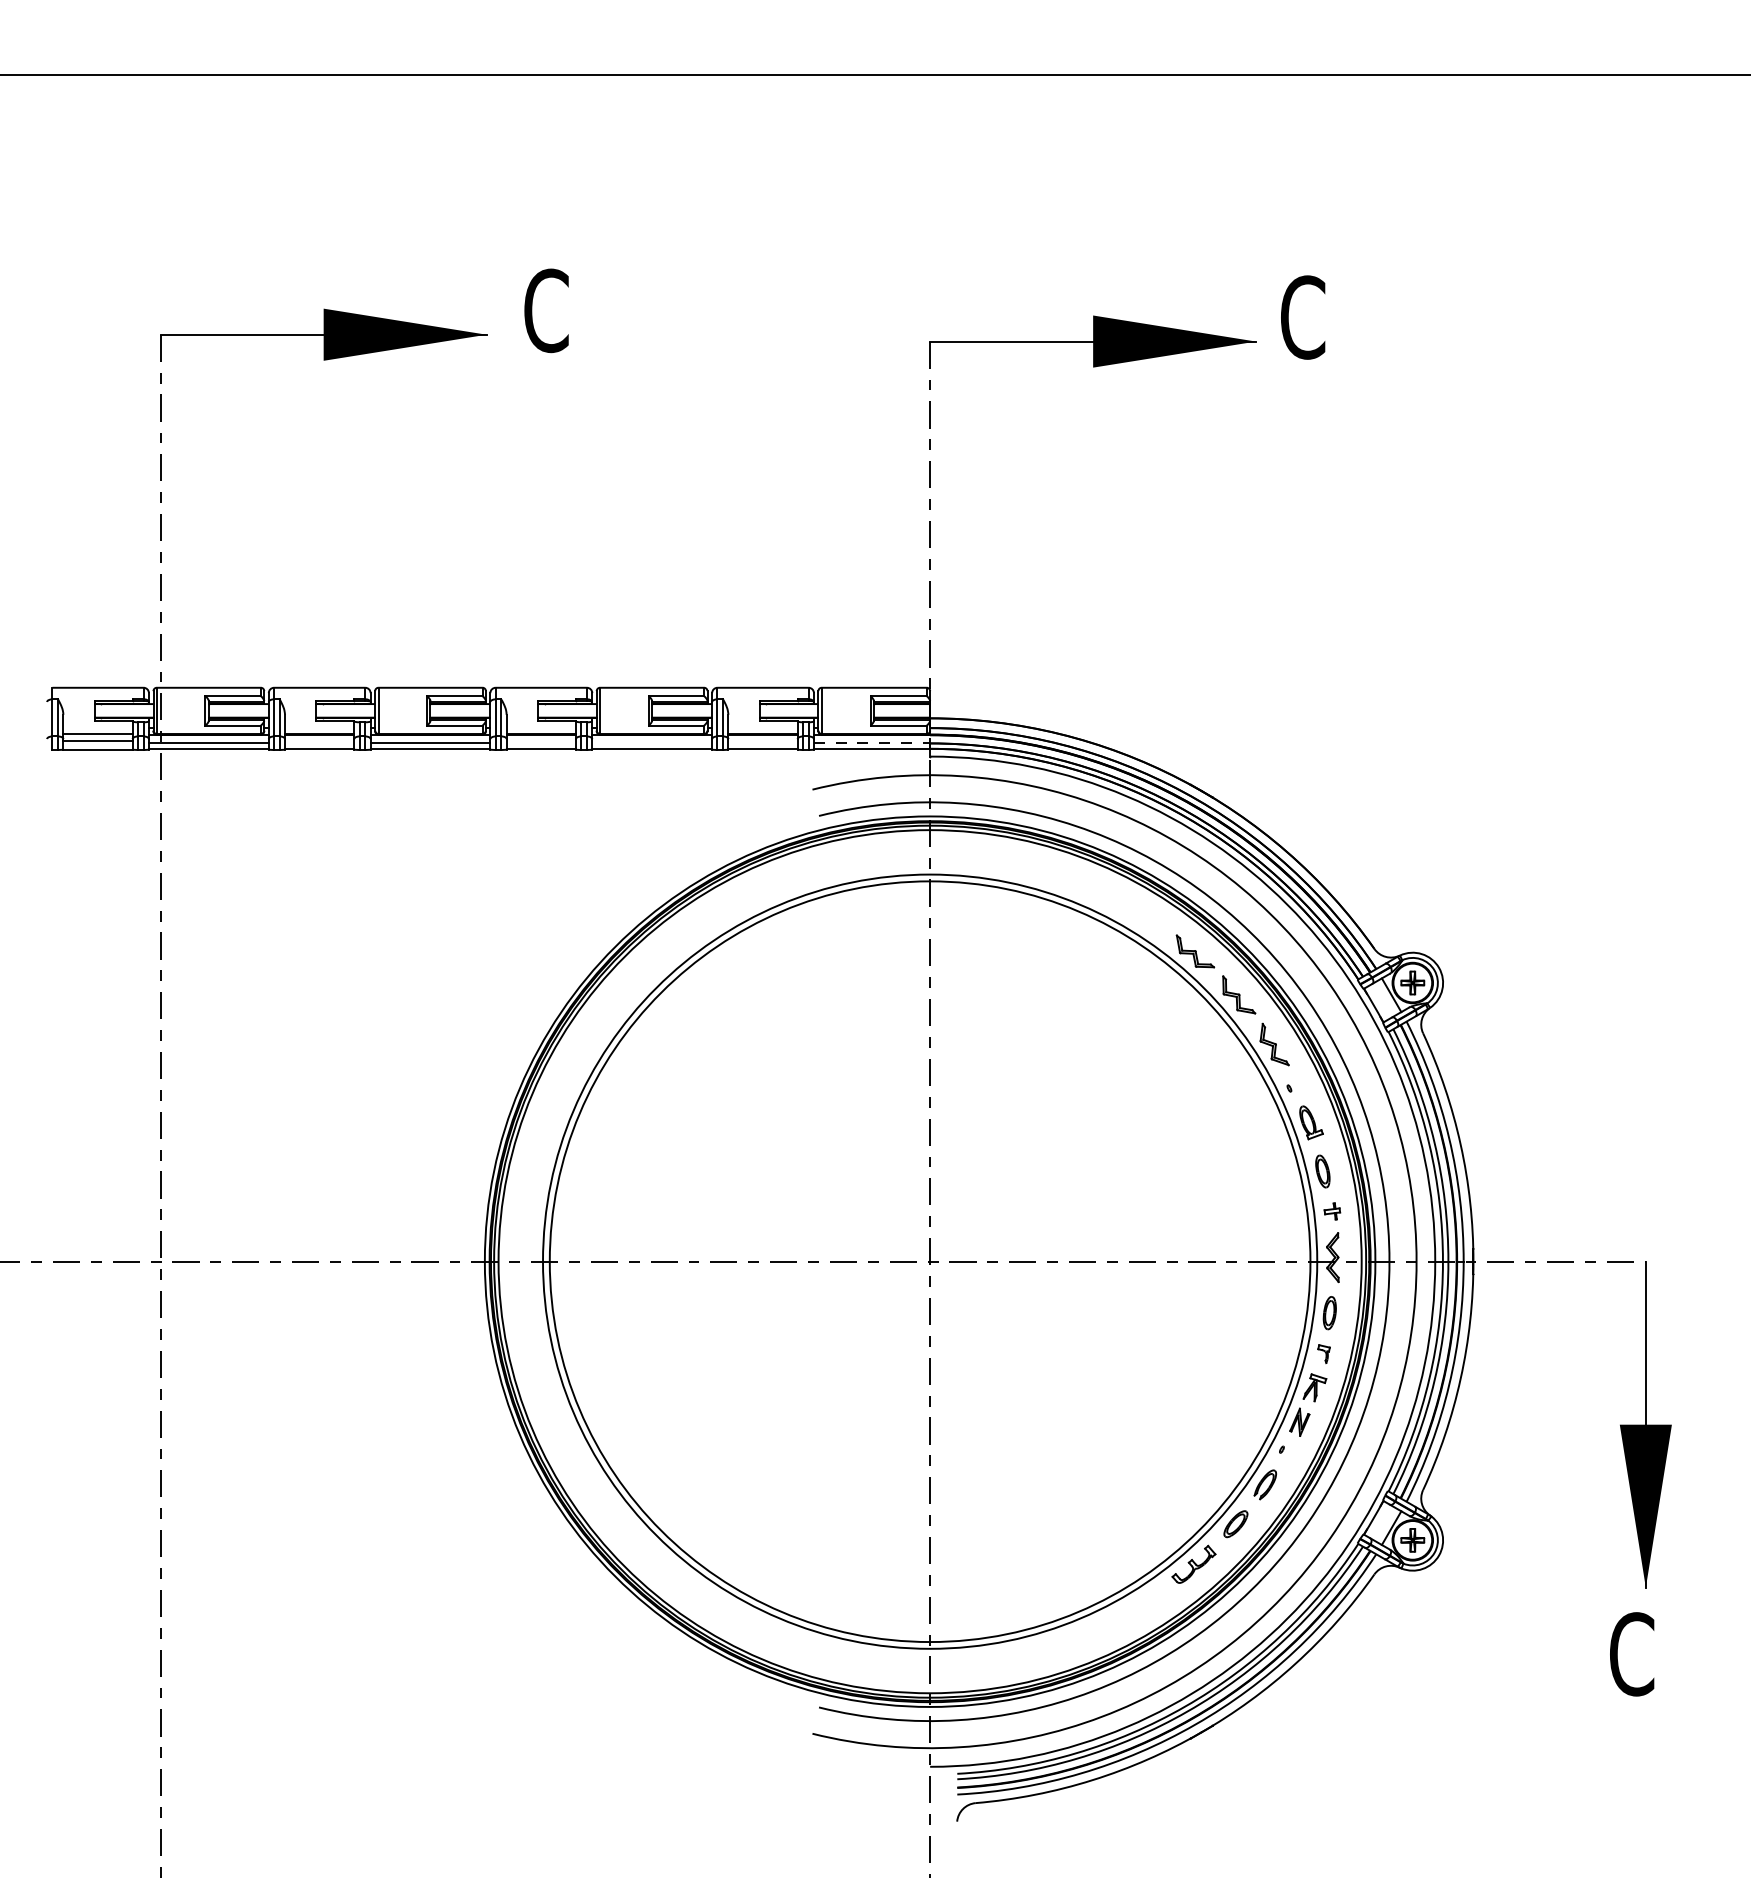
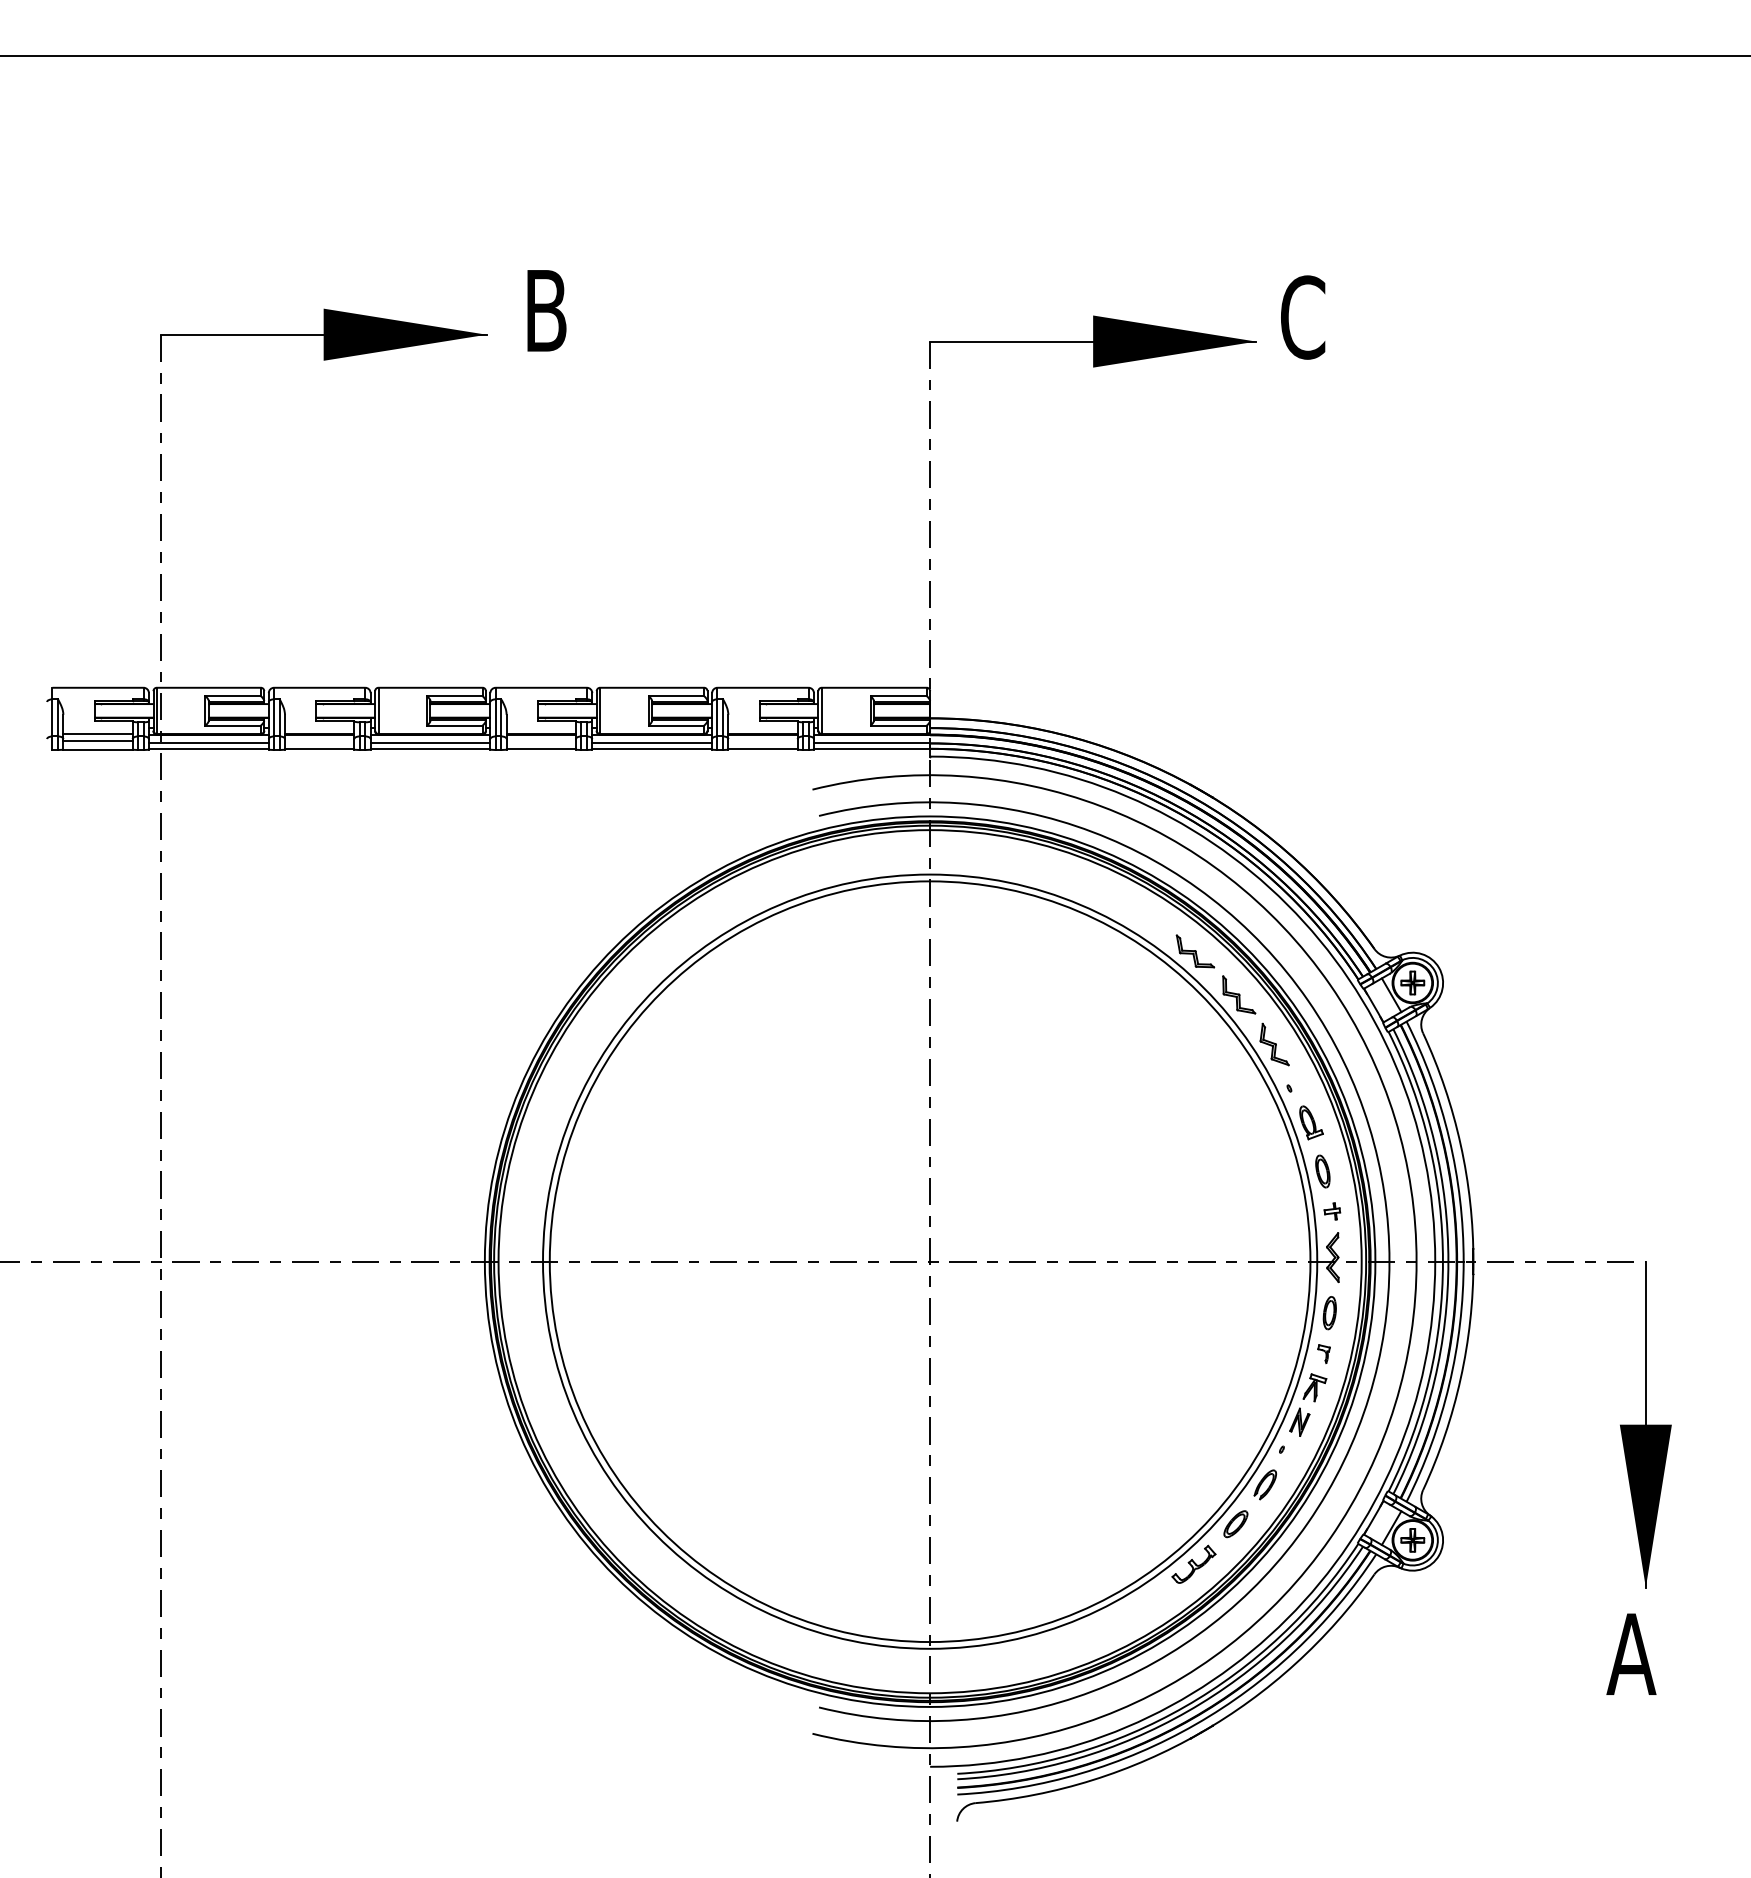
line at (874, 75) position: (874, 75) -> (874, 56)
text at (546, 310): C -> B
line at (652, 743): none -> present
line at (872, 743): dashed -> solid
text at (1631, 1654): C -> A
